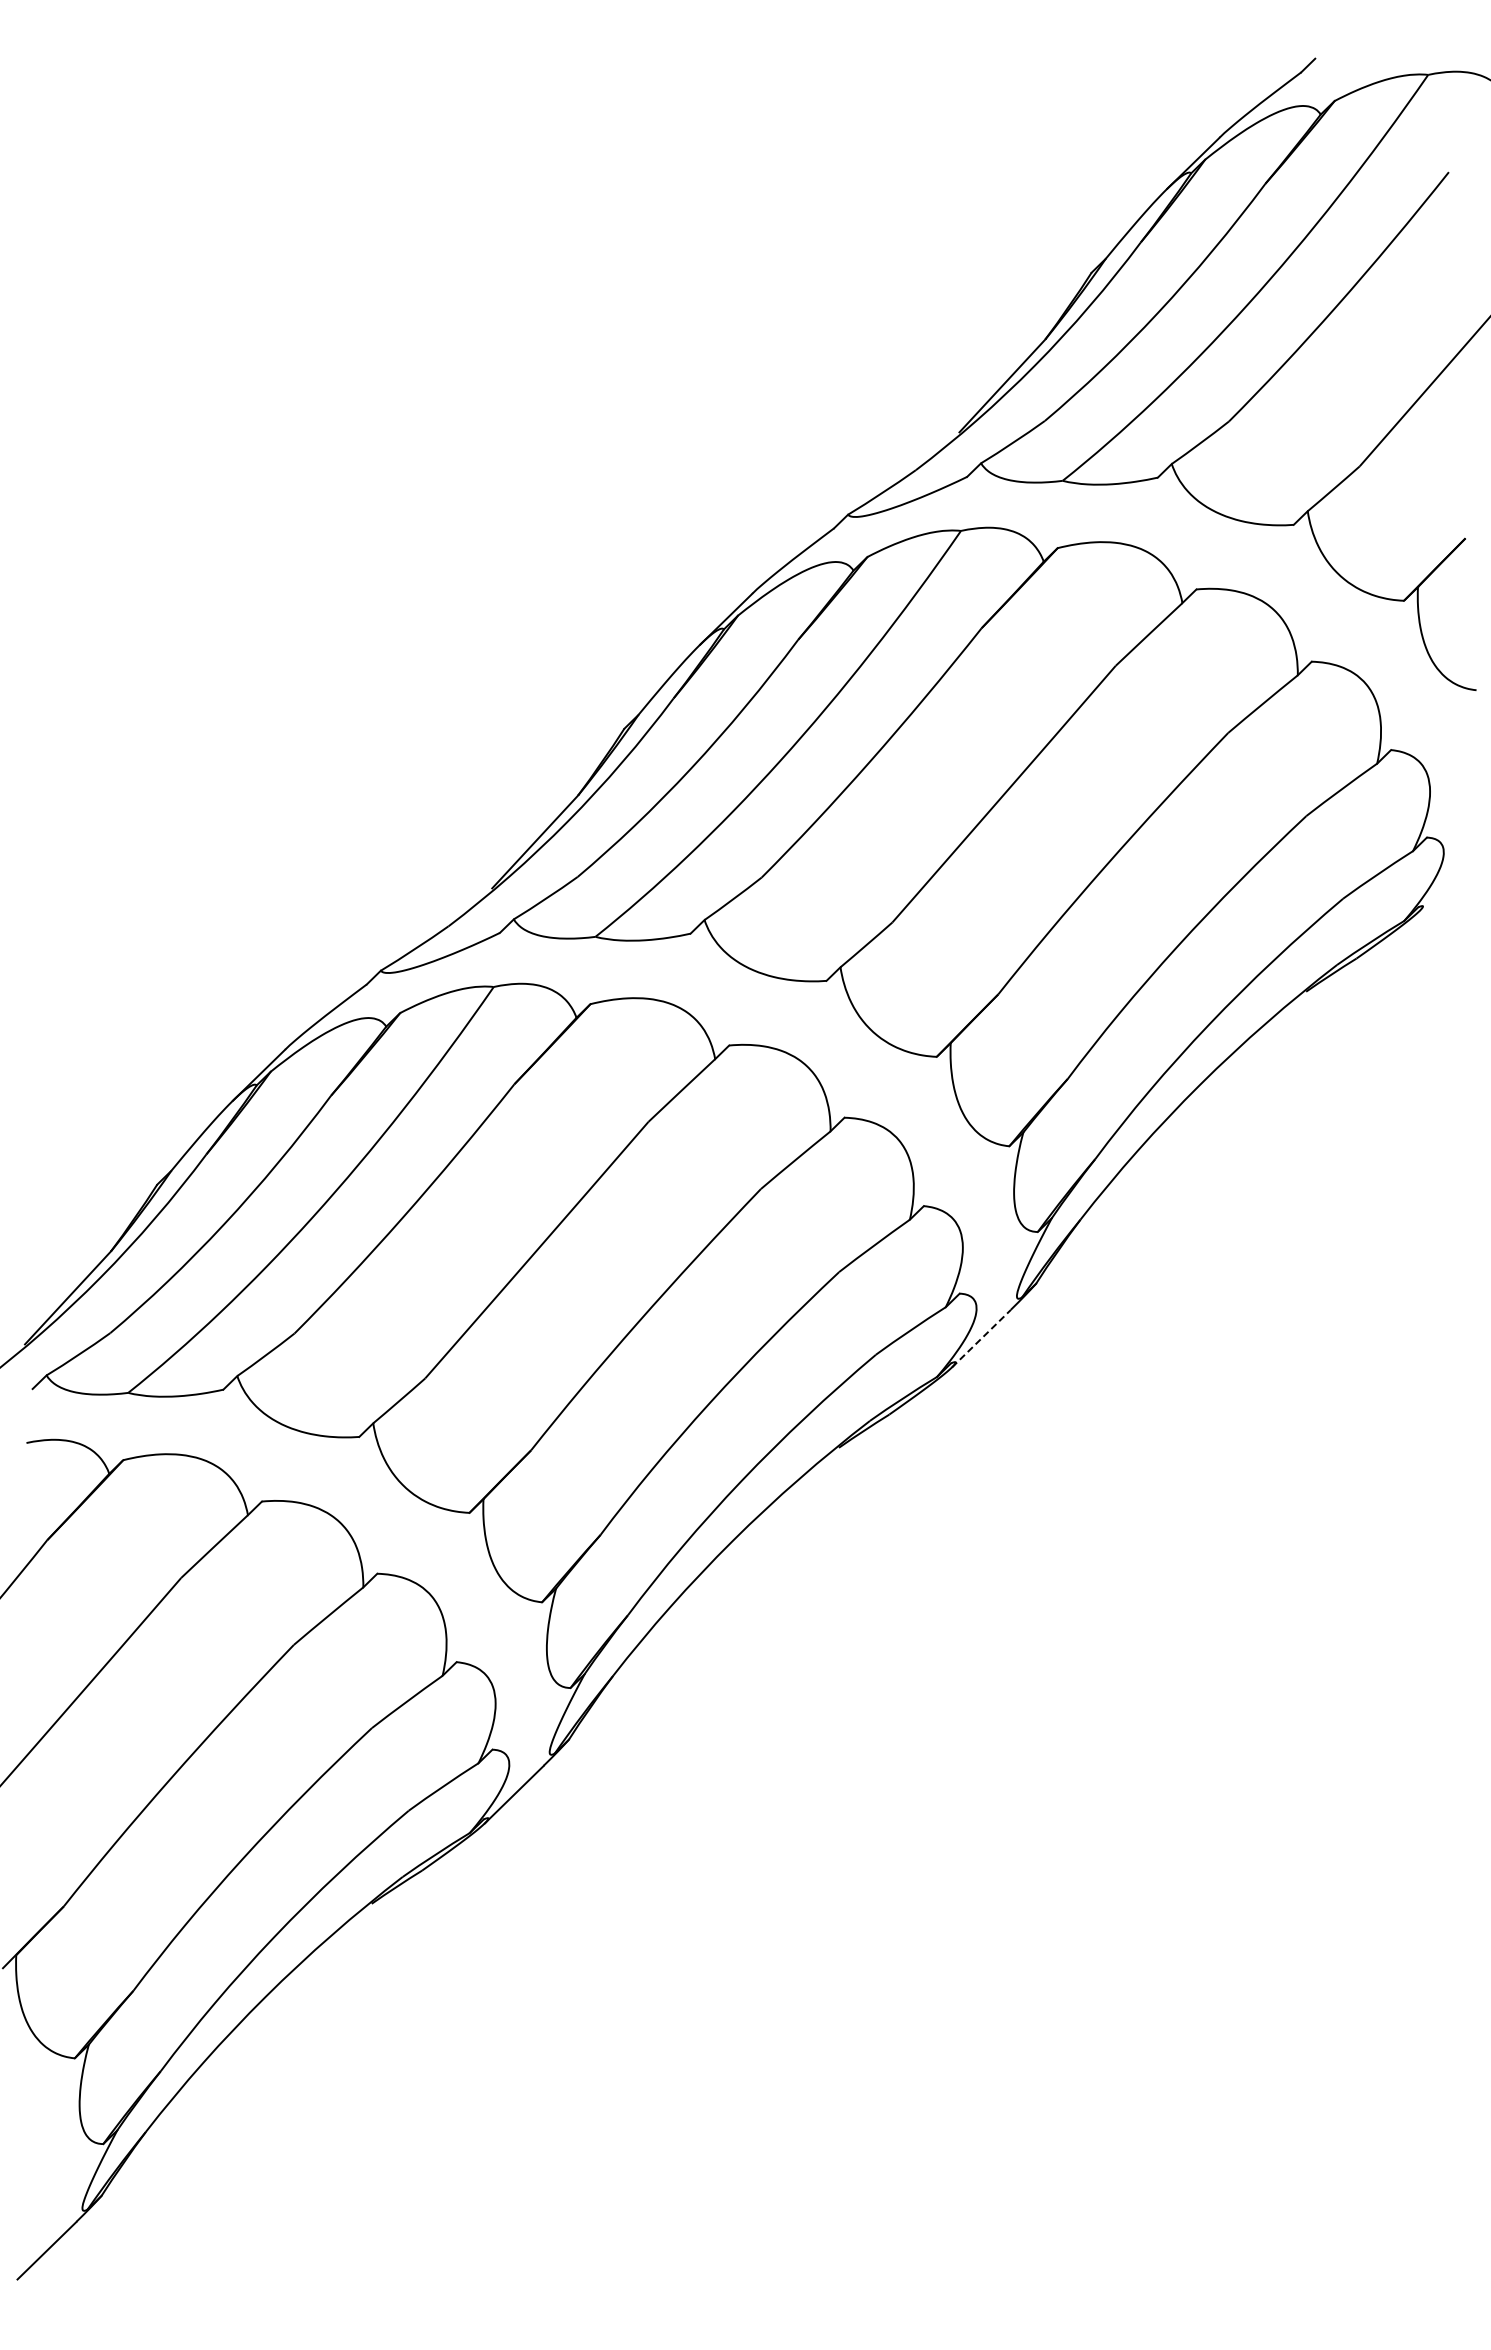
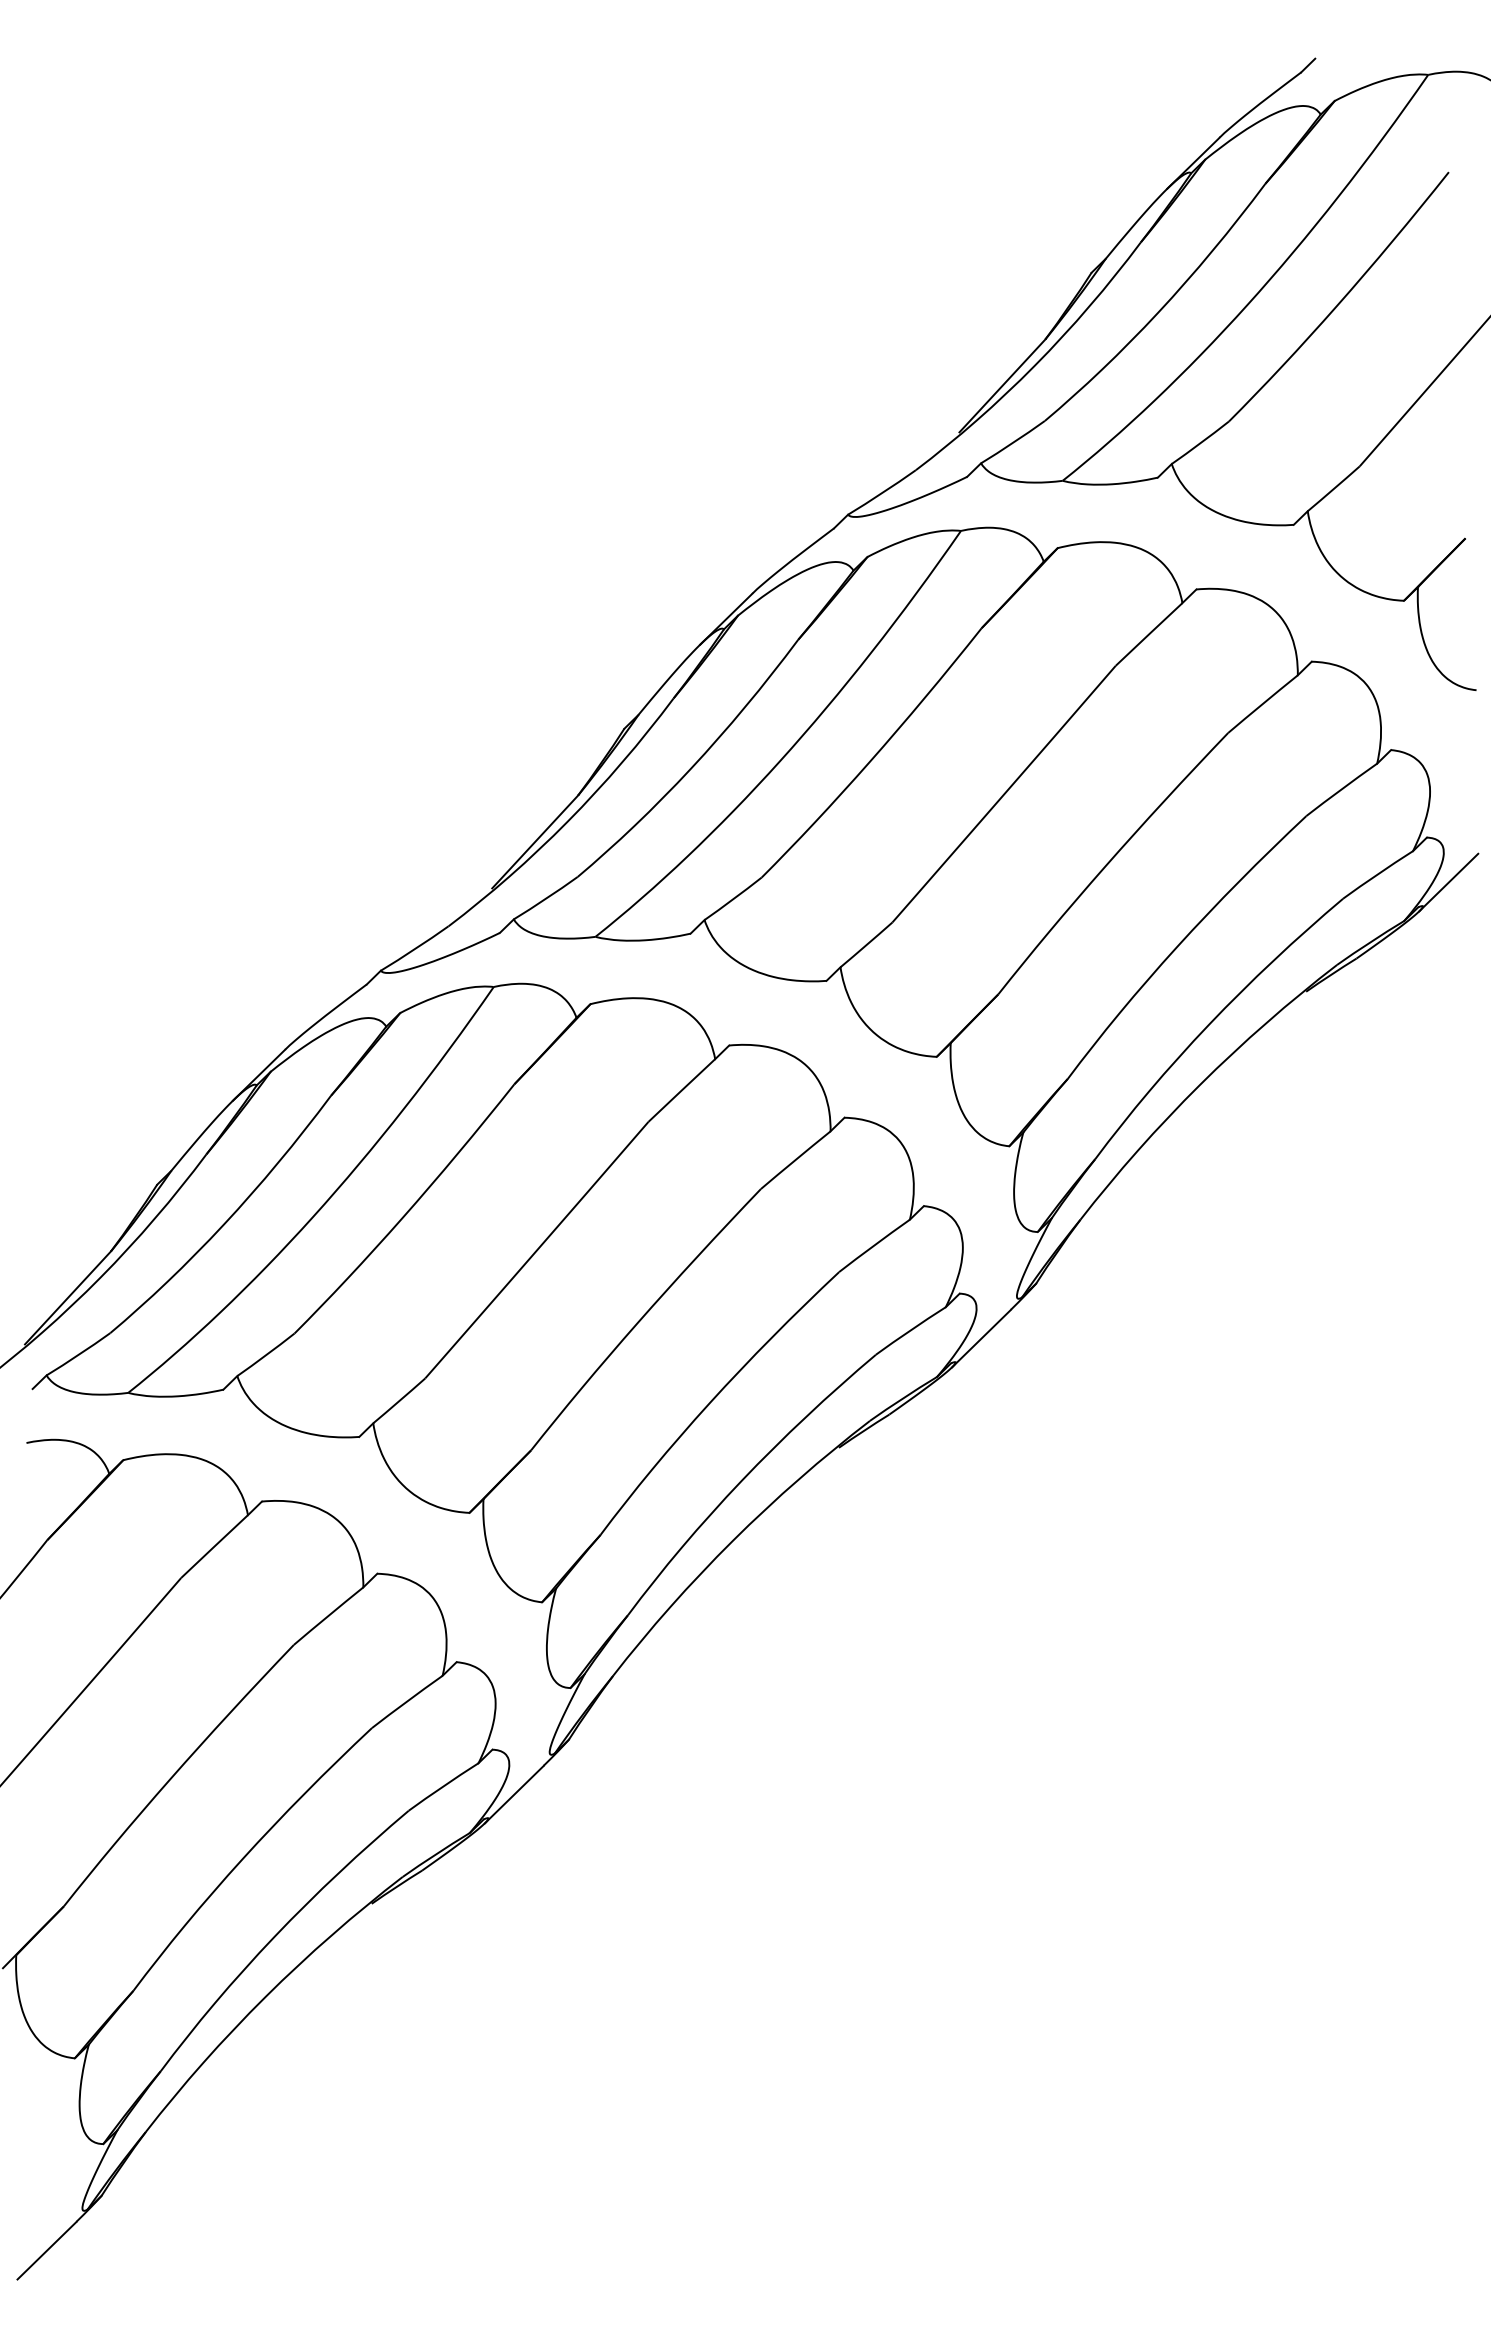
line at (1448, 882): none -> present
line at (981, 1338): dashed -> solid
